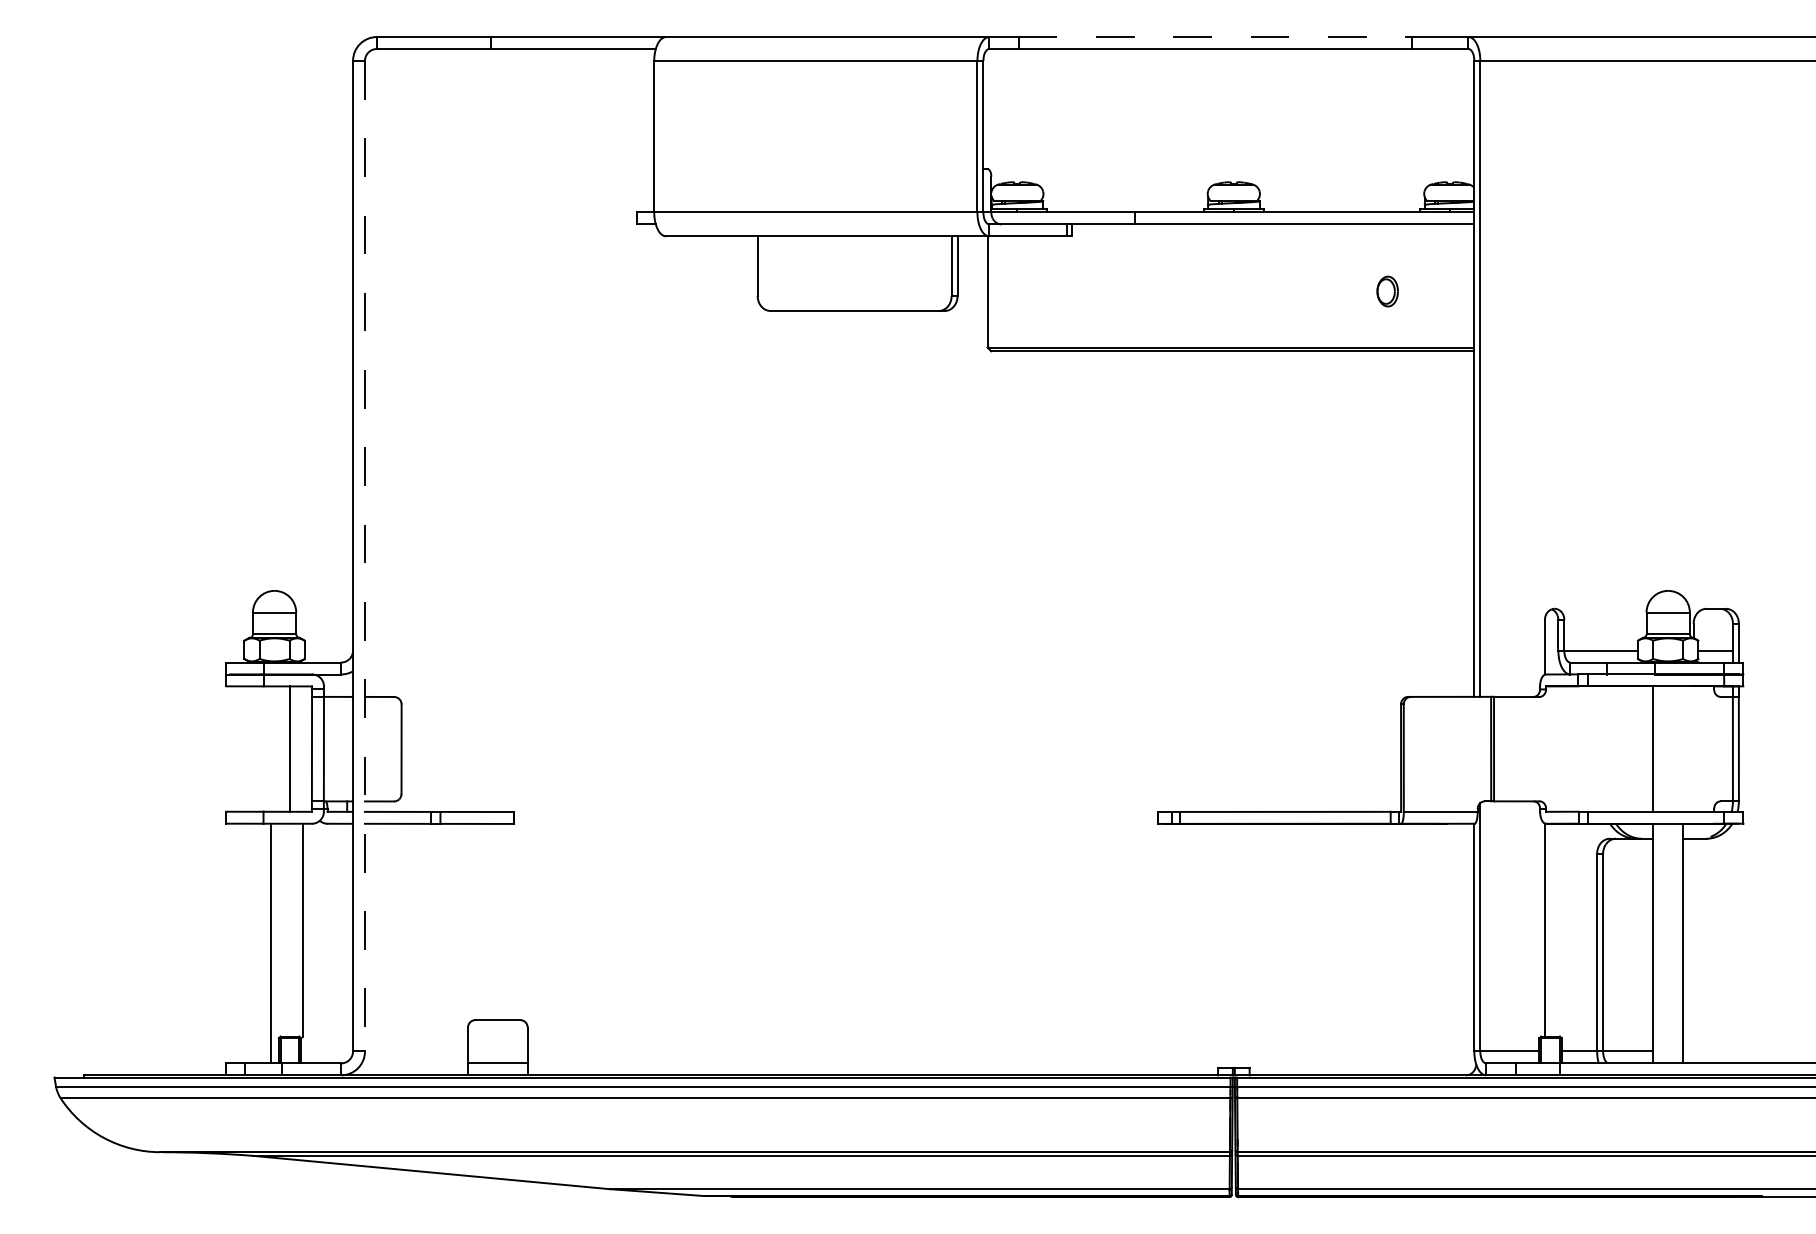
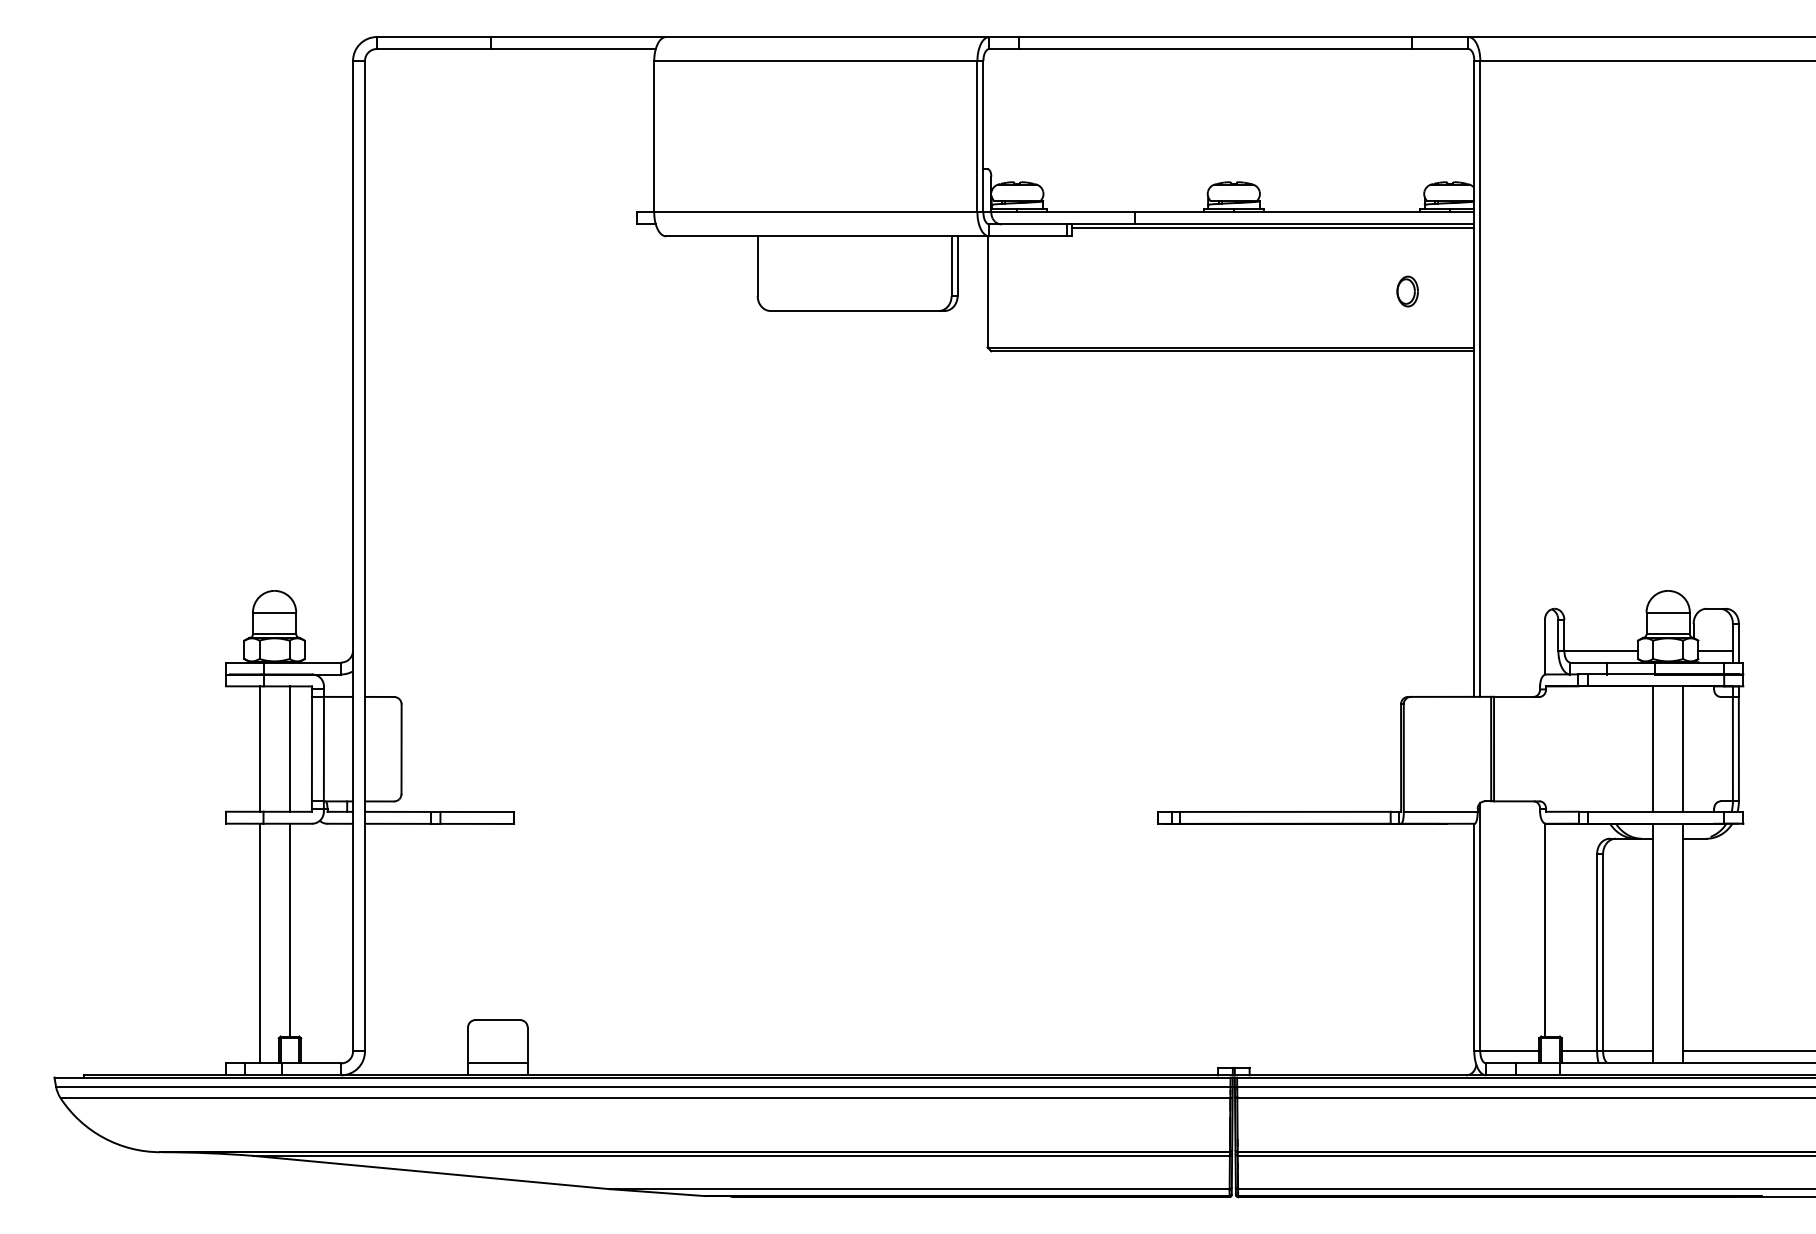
line at (1215, 37): dashed -> solid
line at (1273, 228): none -> present
part at (1387, 291) position: (1387, 291) -> (1407, 291)
line at (364, 556): dashed -> solid
line at (259, 748): none -> present
line at (1683, 748): none -> present
line at (302, 929) position: (302, 929) -> (289, 929)
line at (270, 943) position: (270, 943) -> (259, 943)
line at (1747, 1051): none -> present
